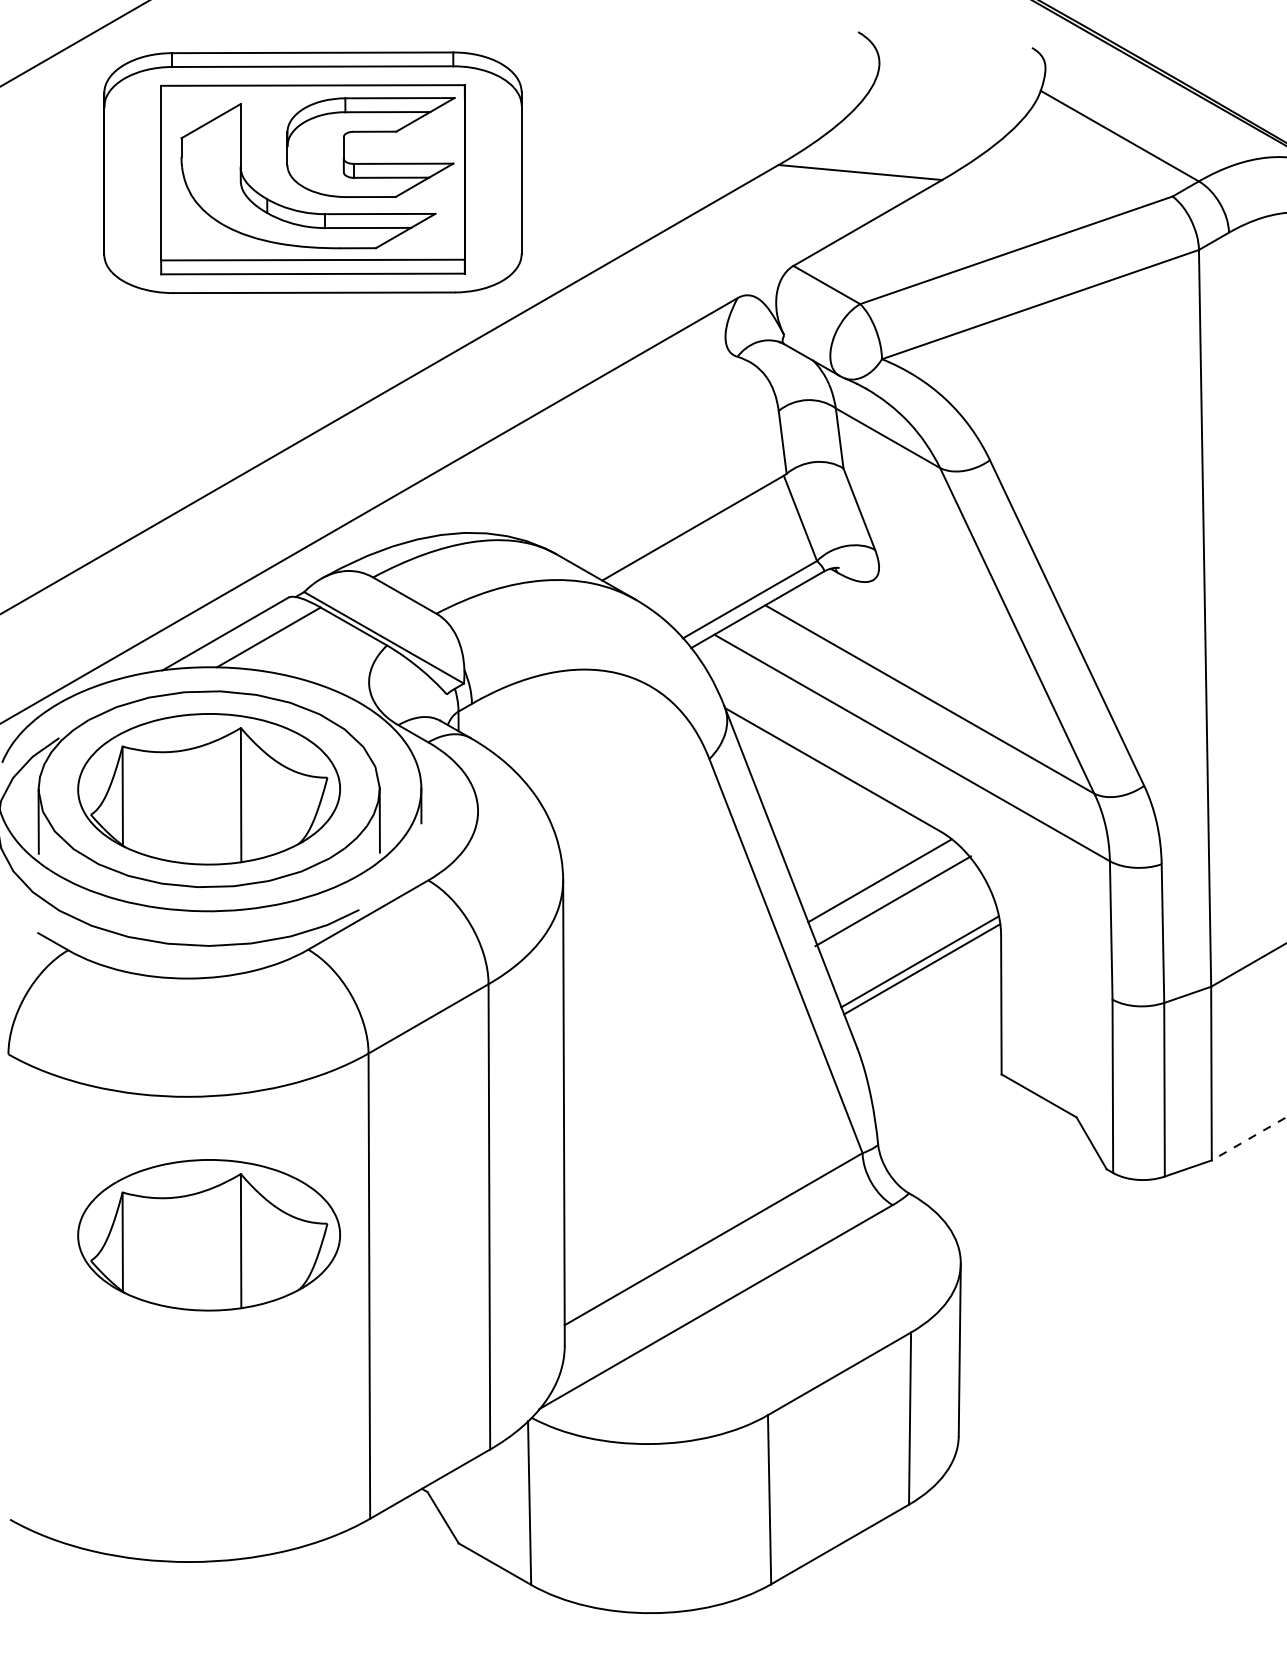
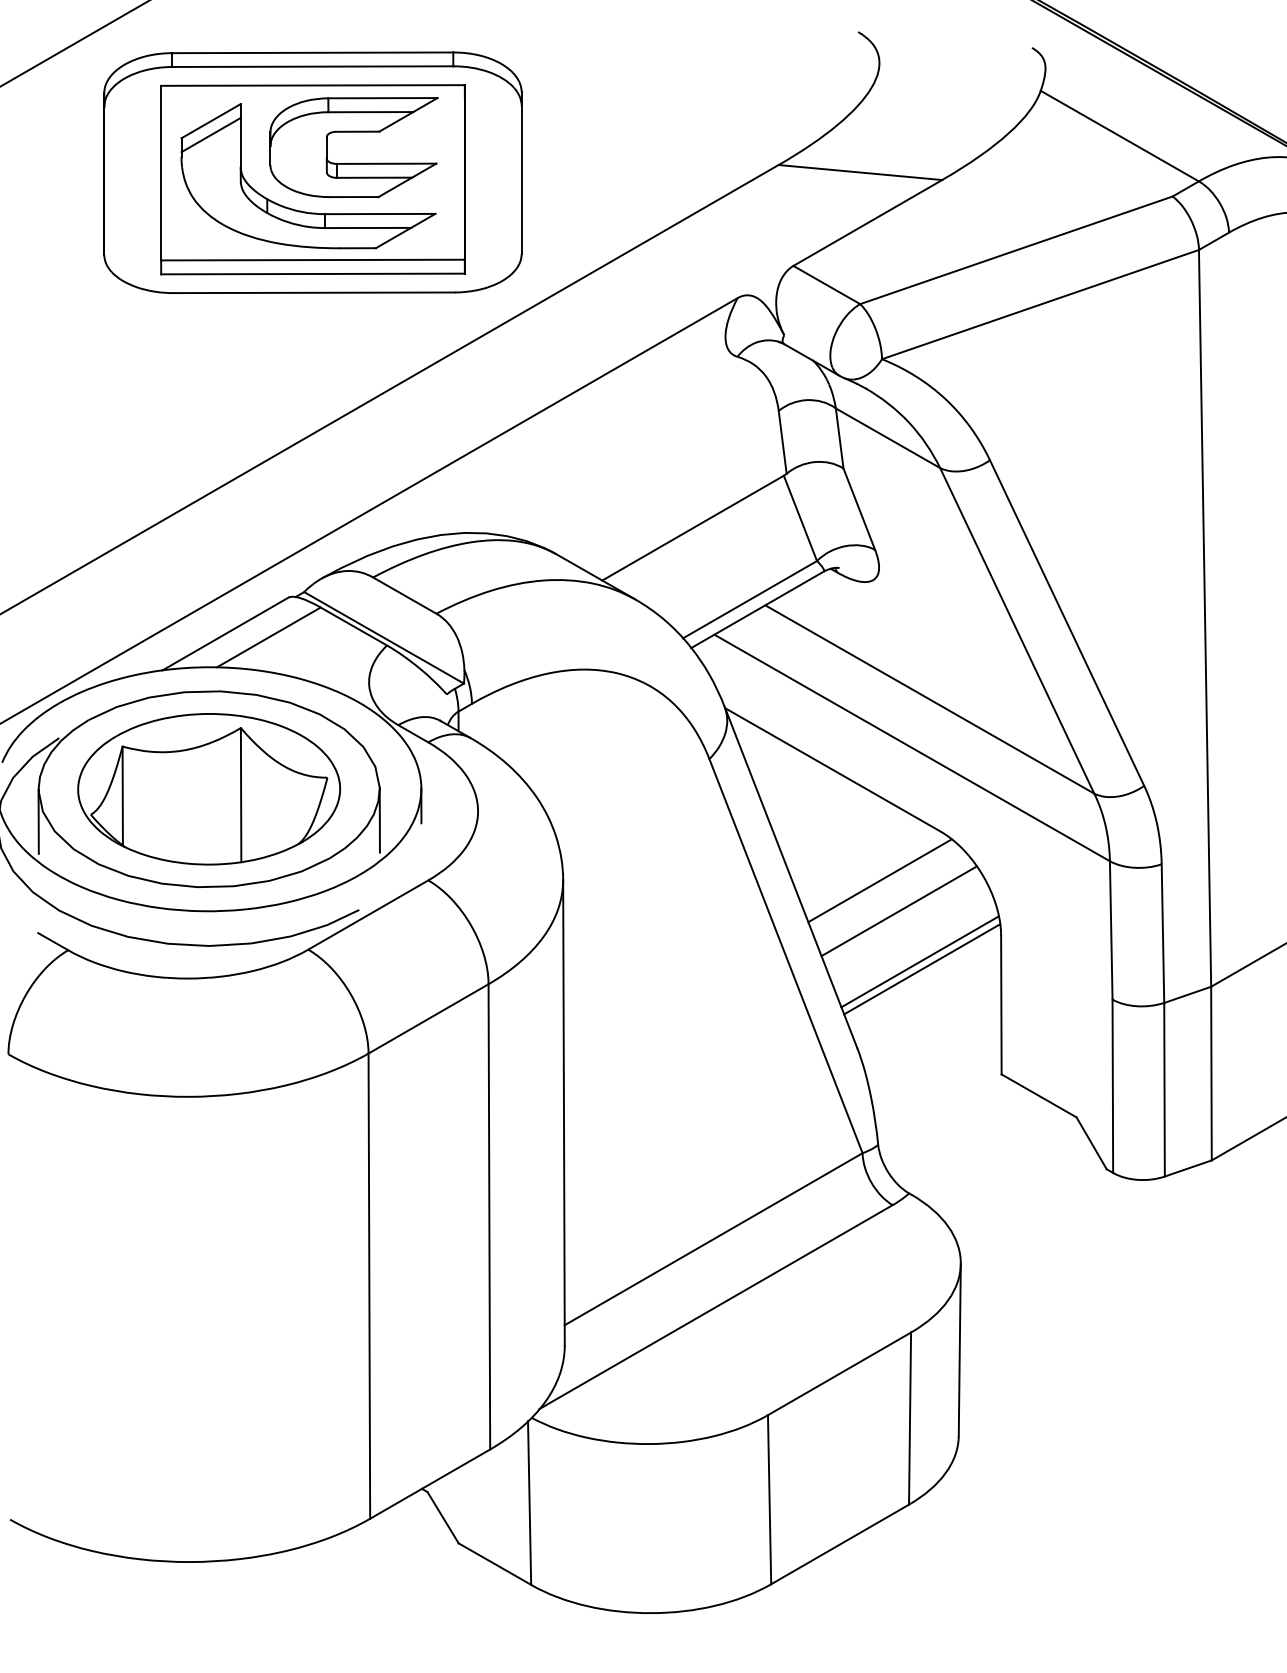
part at (370, 132) position: (370, 132) -> (353, 132)
line at (210, 134): none -> present
line at (892, 901) position: (892, 901) -> (898, 911)
line at (1249, 1138): dashed -> solid
part at (208, 1235): present -> none
